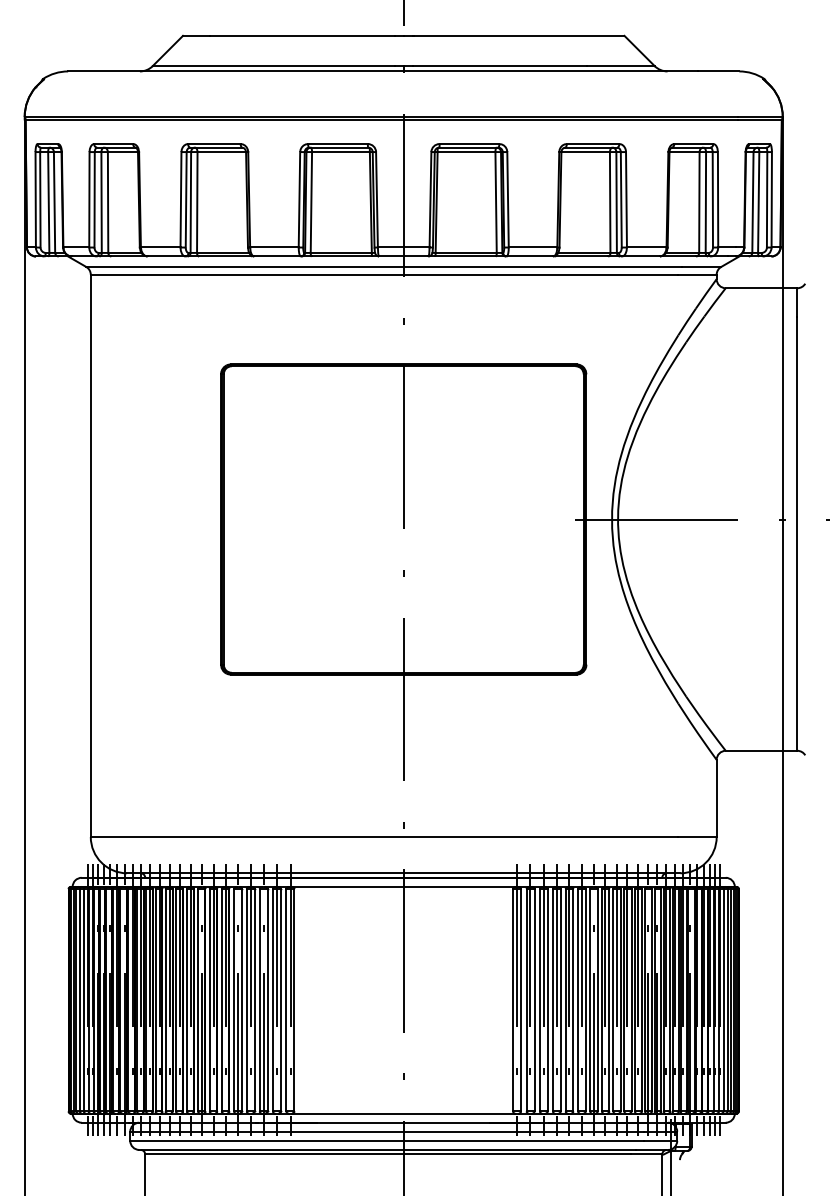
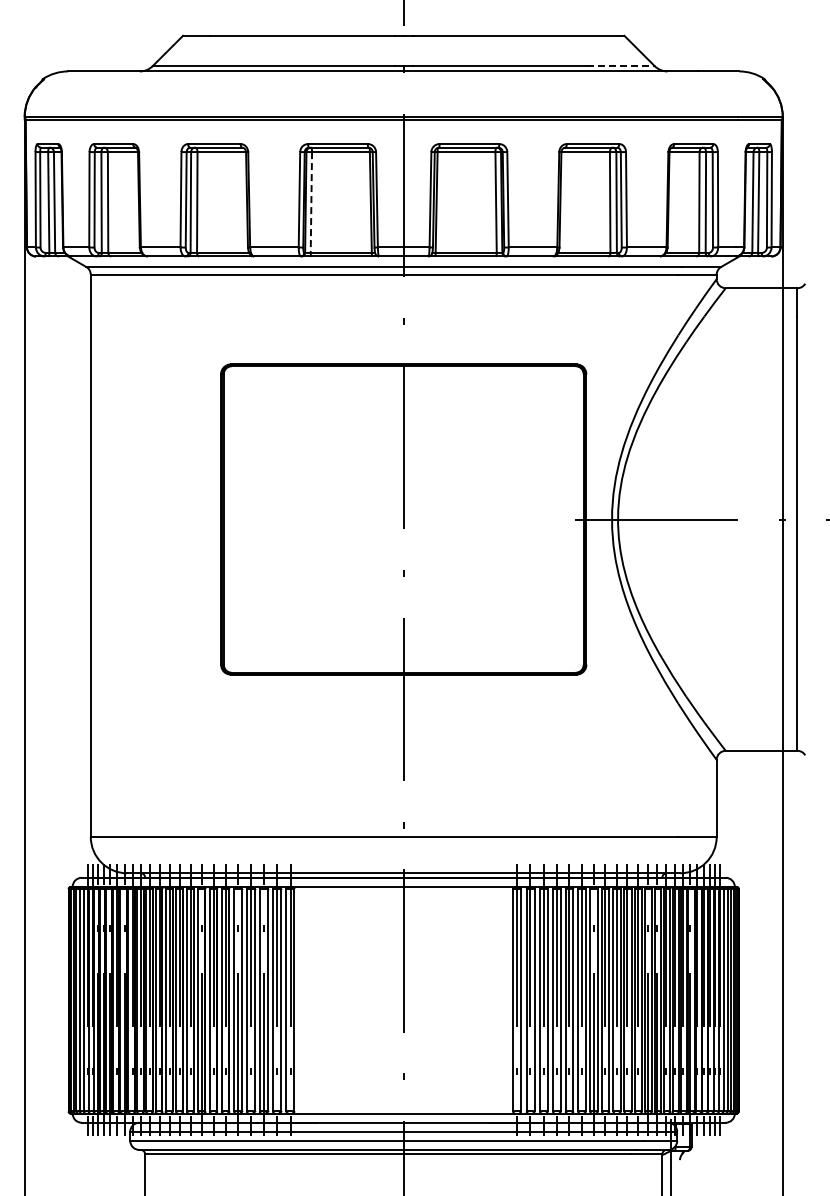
line at (620, 66): solid -> dashed
line at (311, 203): solid -> dashed
